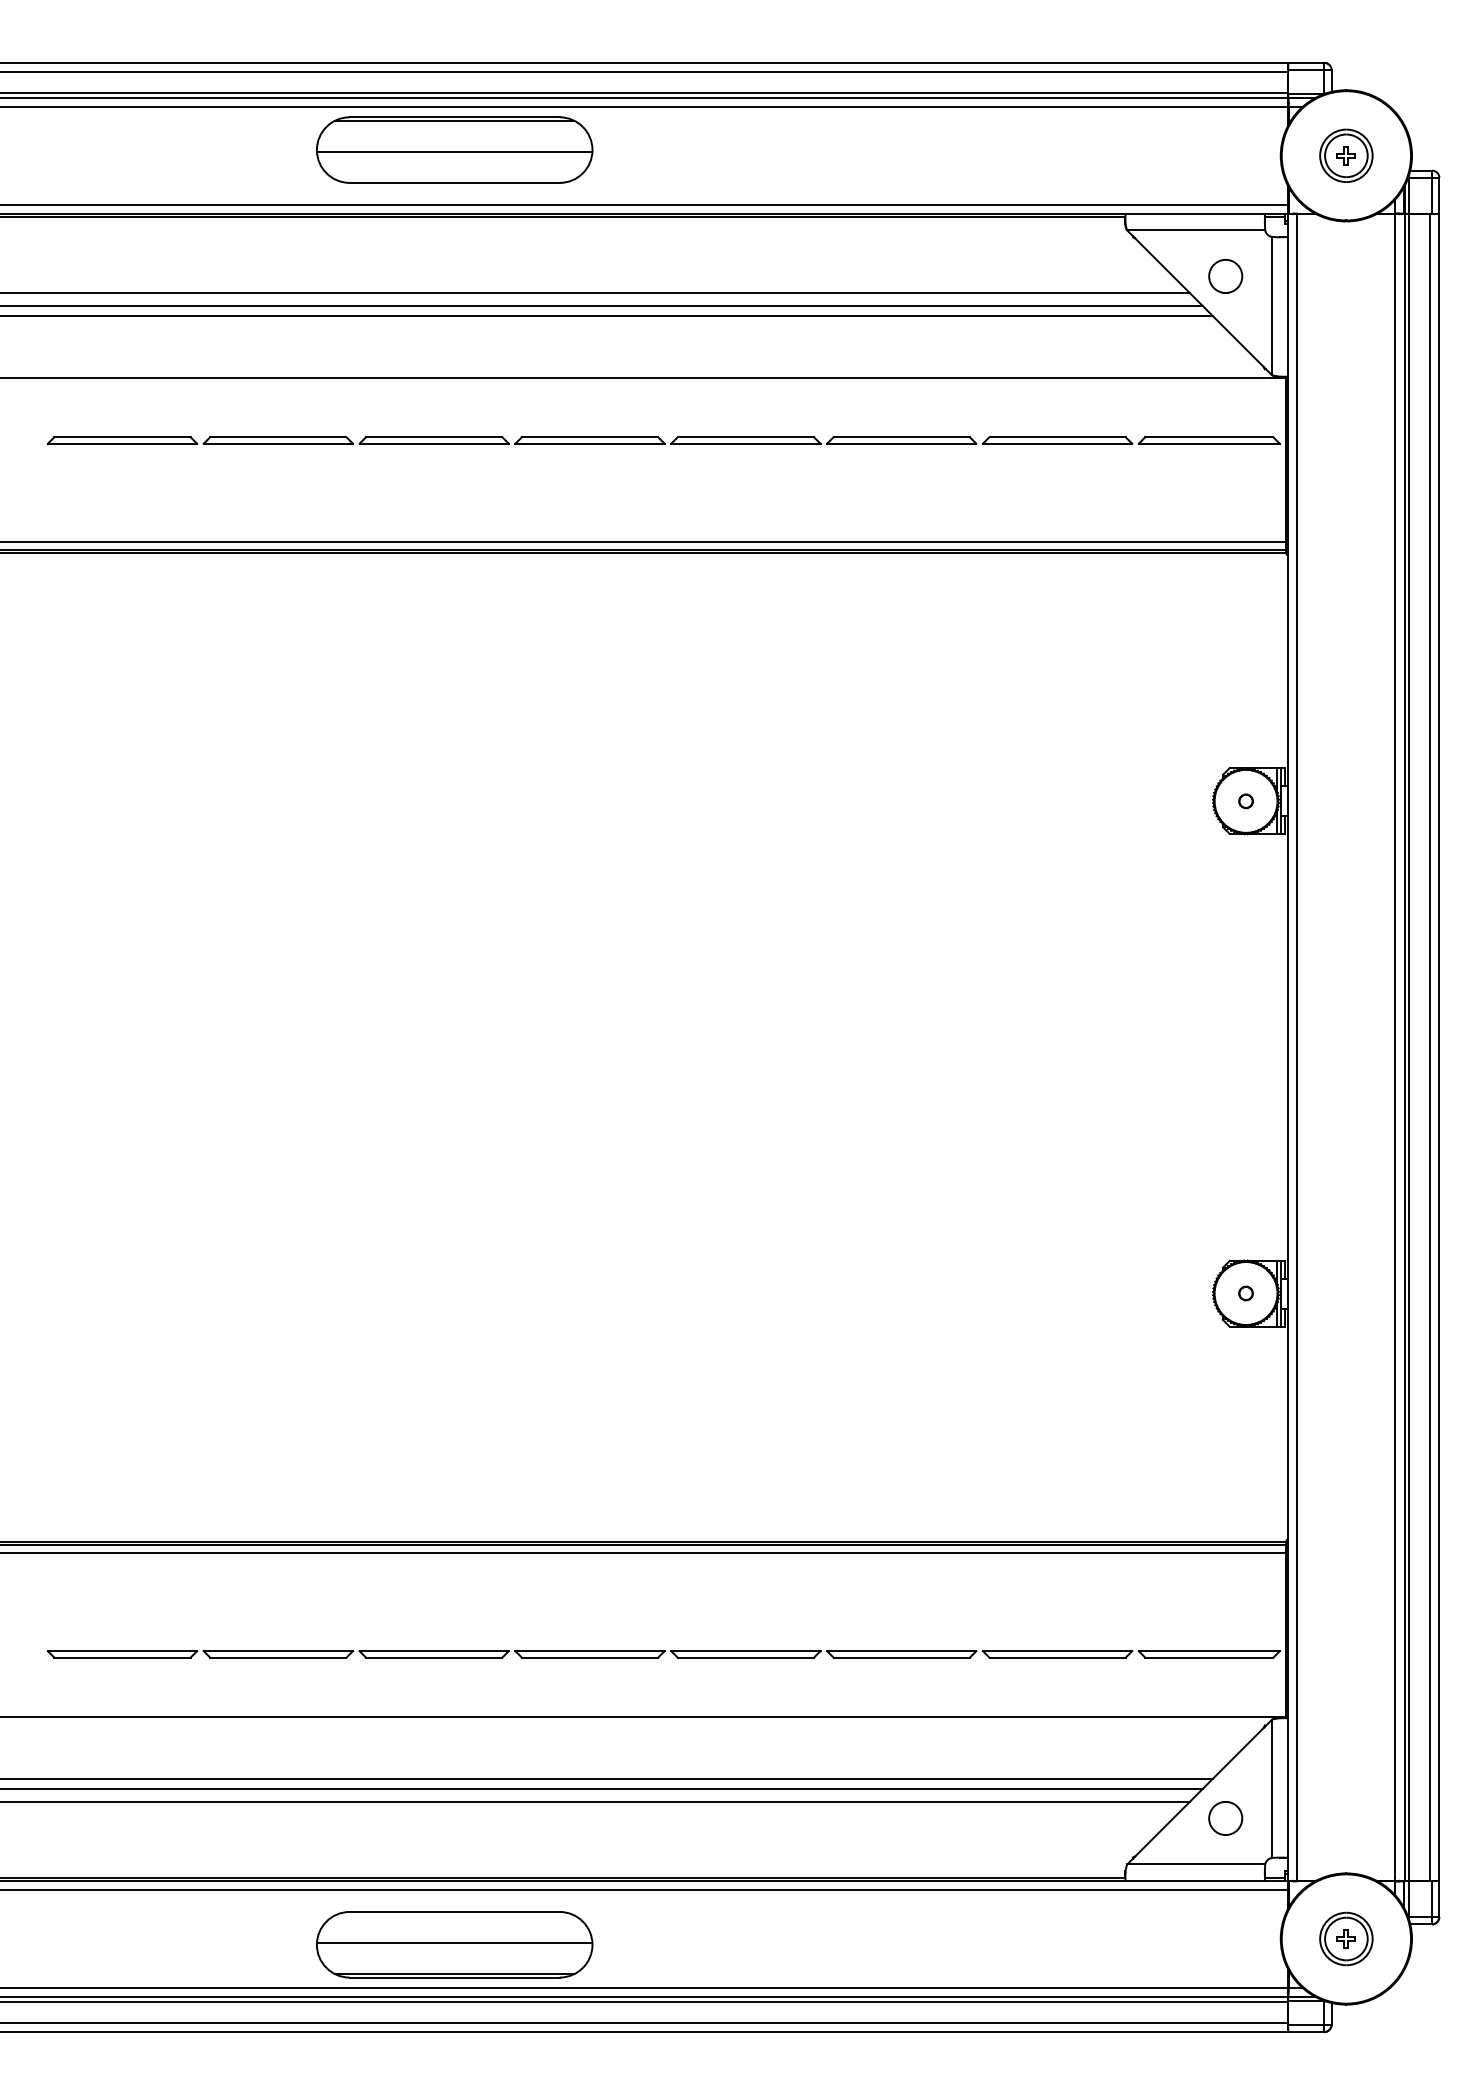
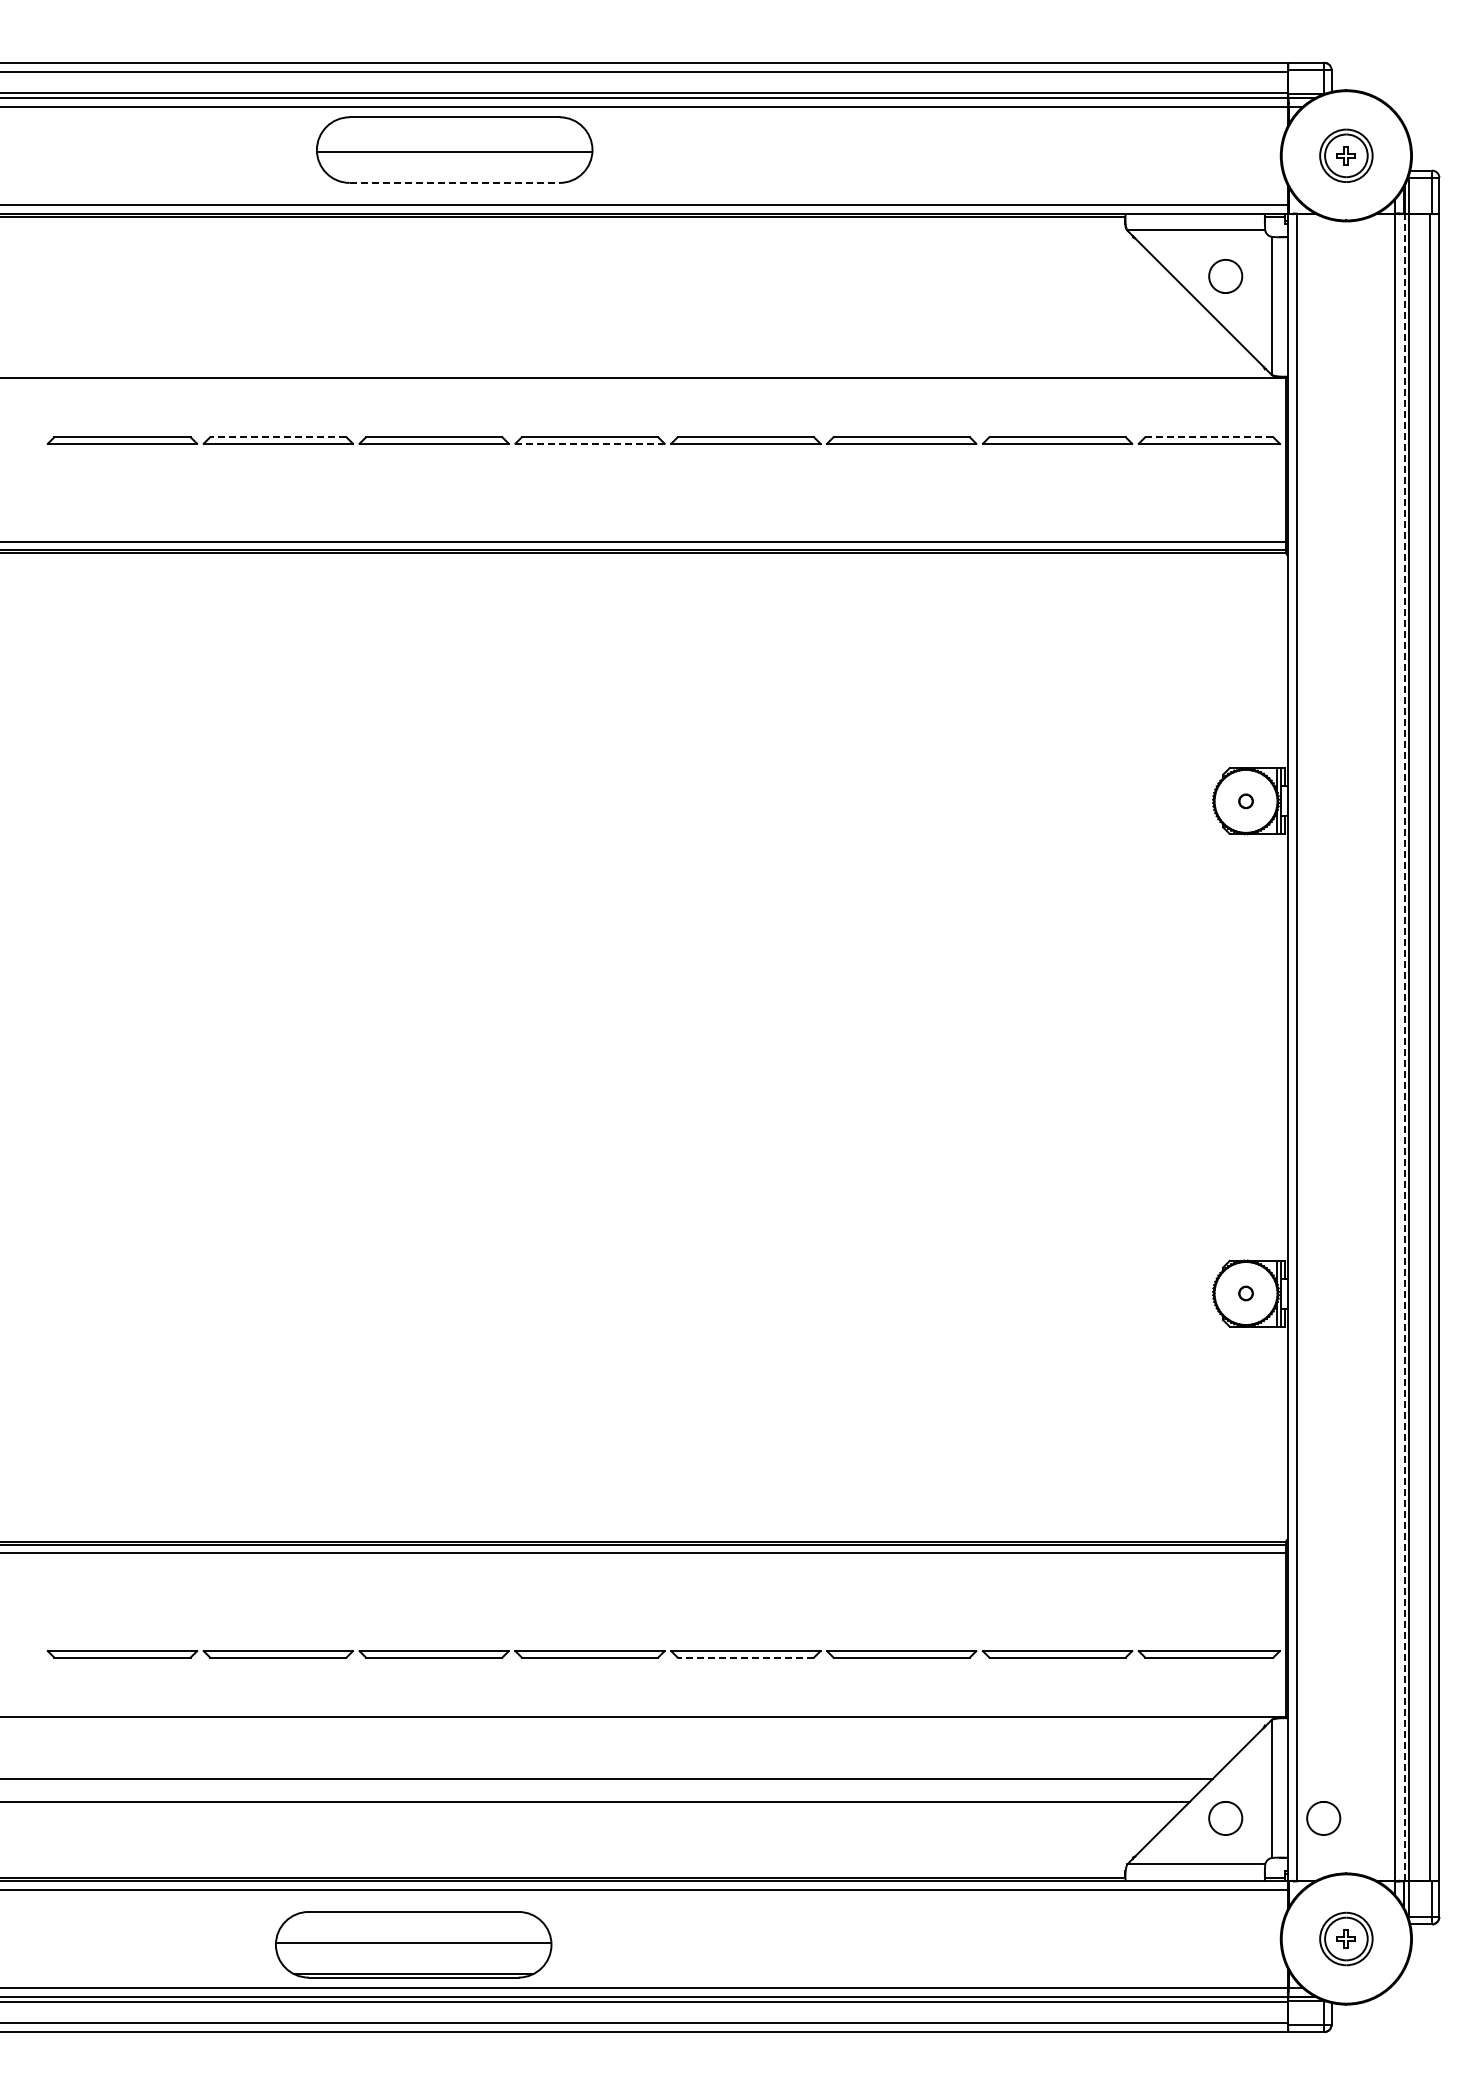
line at (454, 120): present -> none
line at (454, 182): solid -> dashed
line at (595, 292): present -> none
line at (602, 305): present -> none
line at (607, 315): present -> none
line at (277, 437): solid -> dashed
line at (1209, 437): solid -> dashed
line at (590, 443): solid -> dashed
line at (1404, 1046): solid -> dashed
line at (745, 1657): solid -> dashed
line at (602, 1788): present -> none
circle at (1323, 1818): none -> present
part at (454, 1944) position: (454, 1944) -> (413, 1944)
